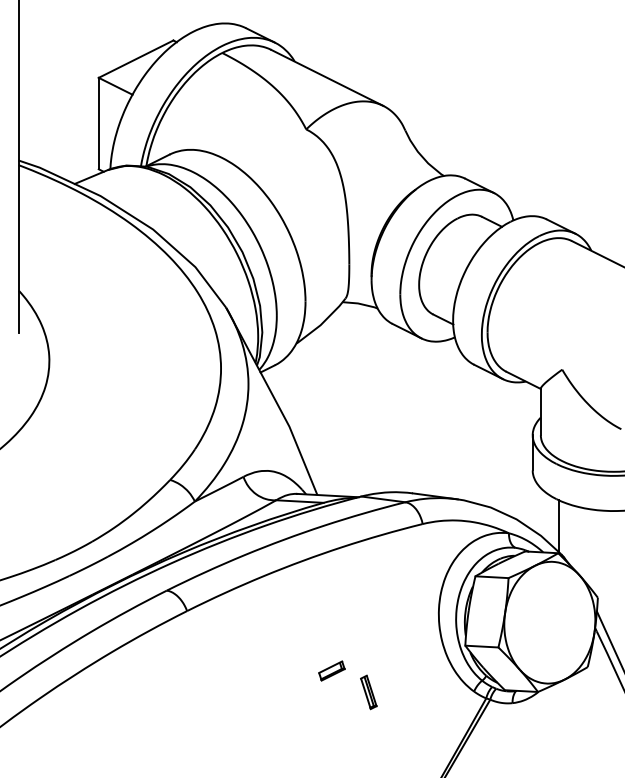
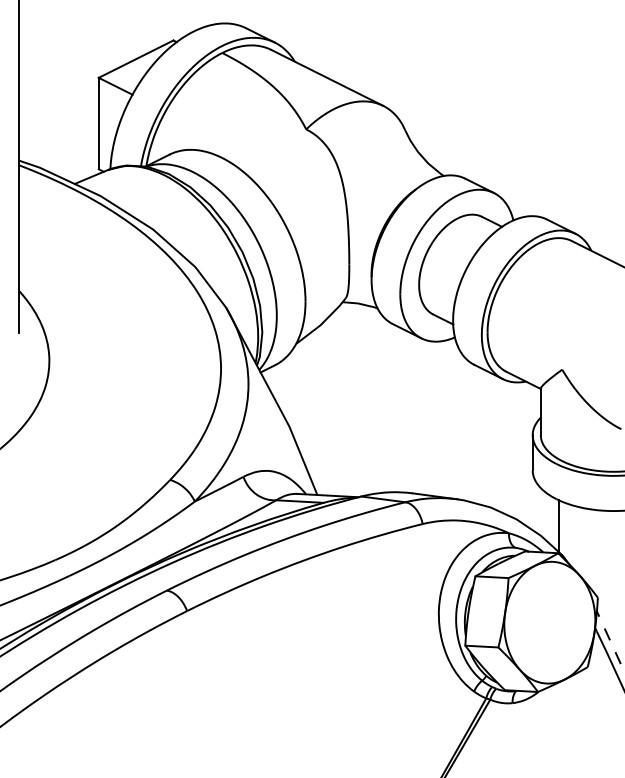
line at (610, 642): solid -> dashed
part at (331, 670): present -> none
part at (368, 692): present -> none
